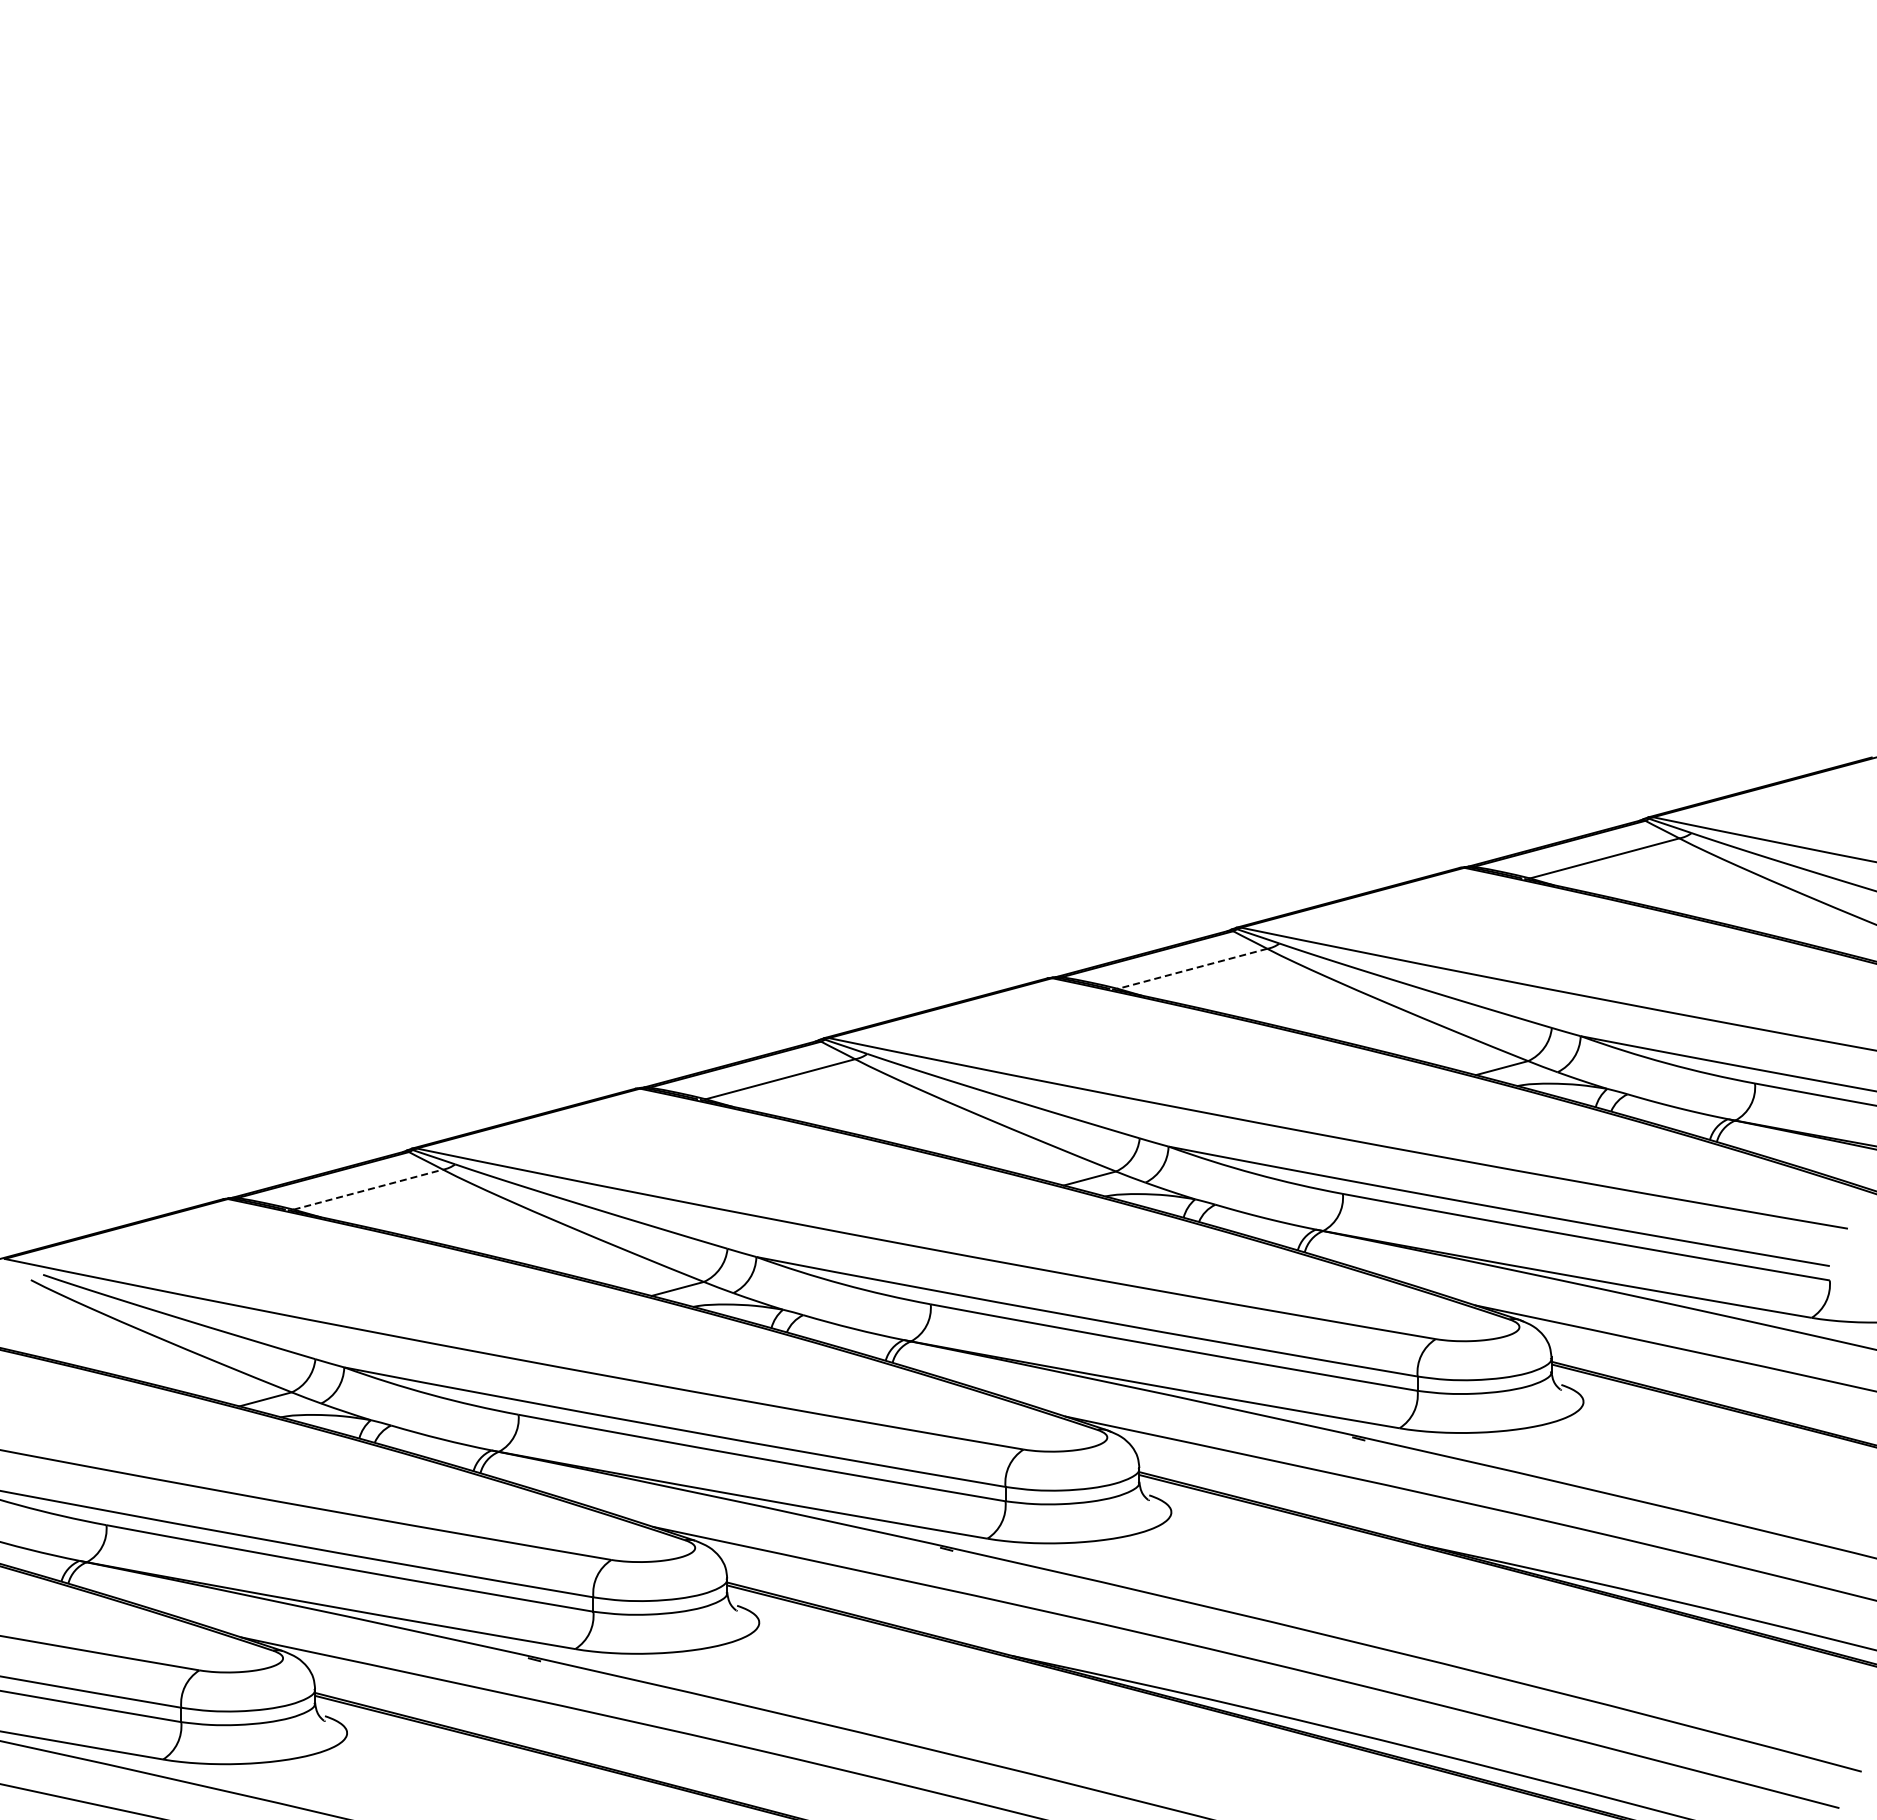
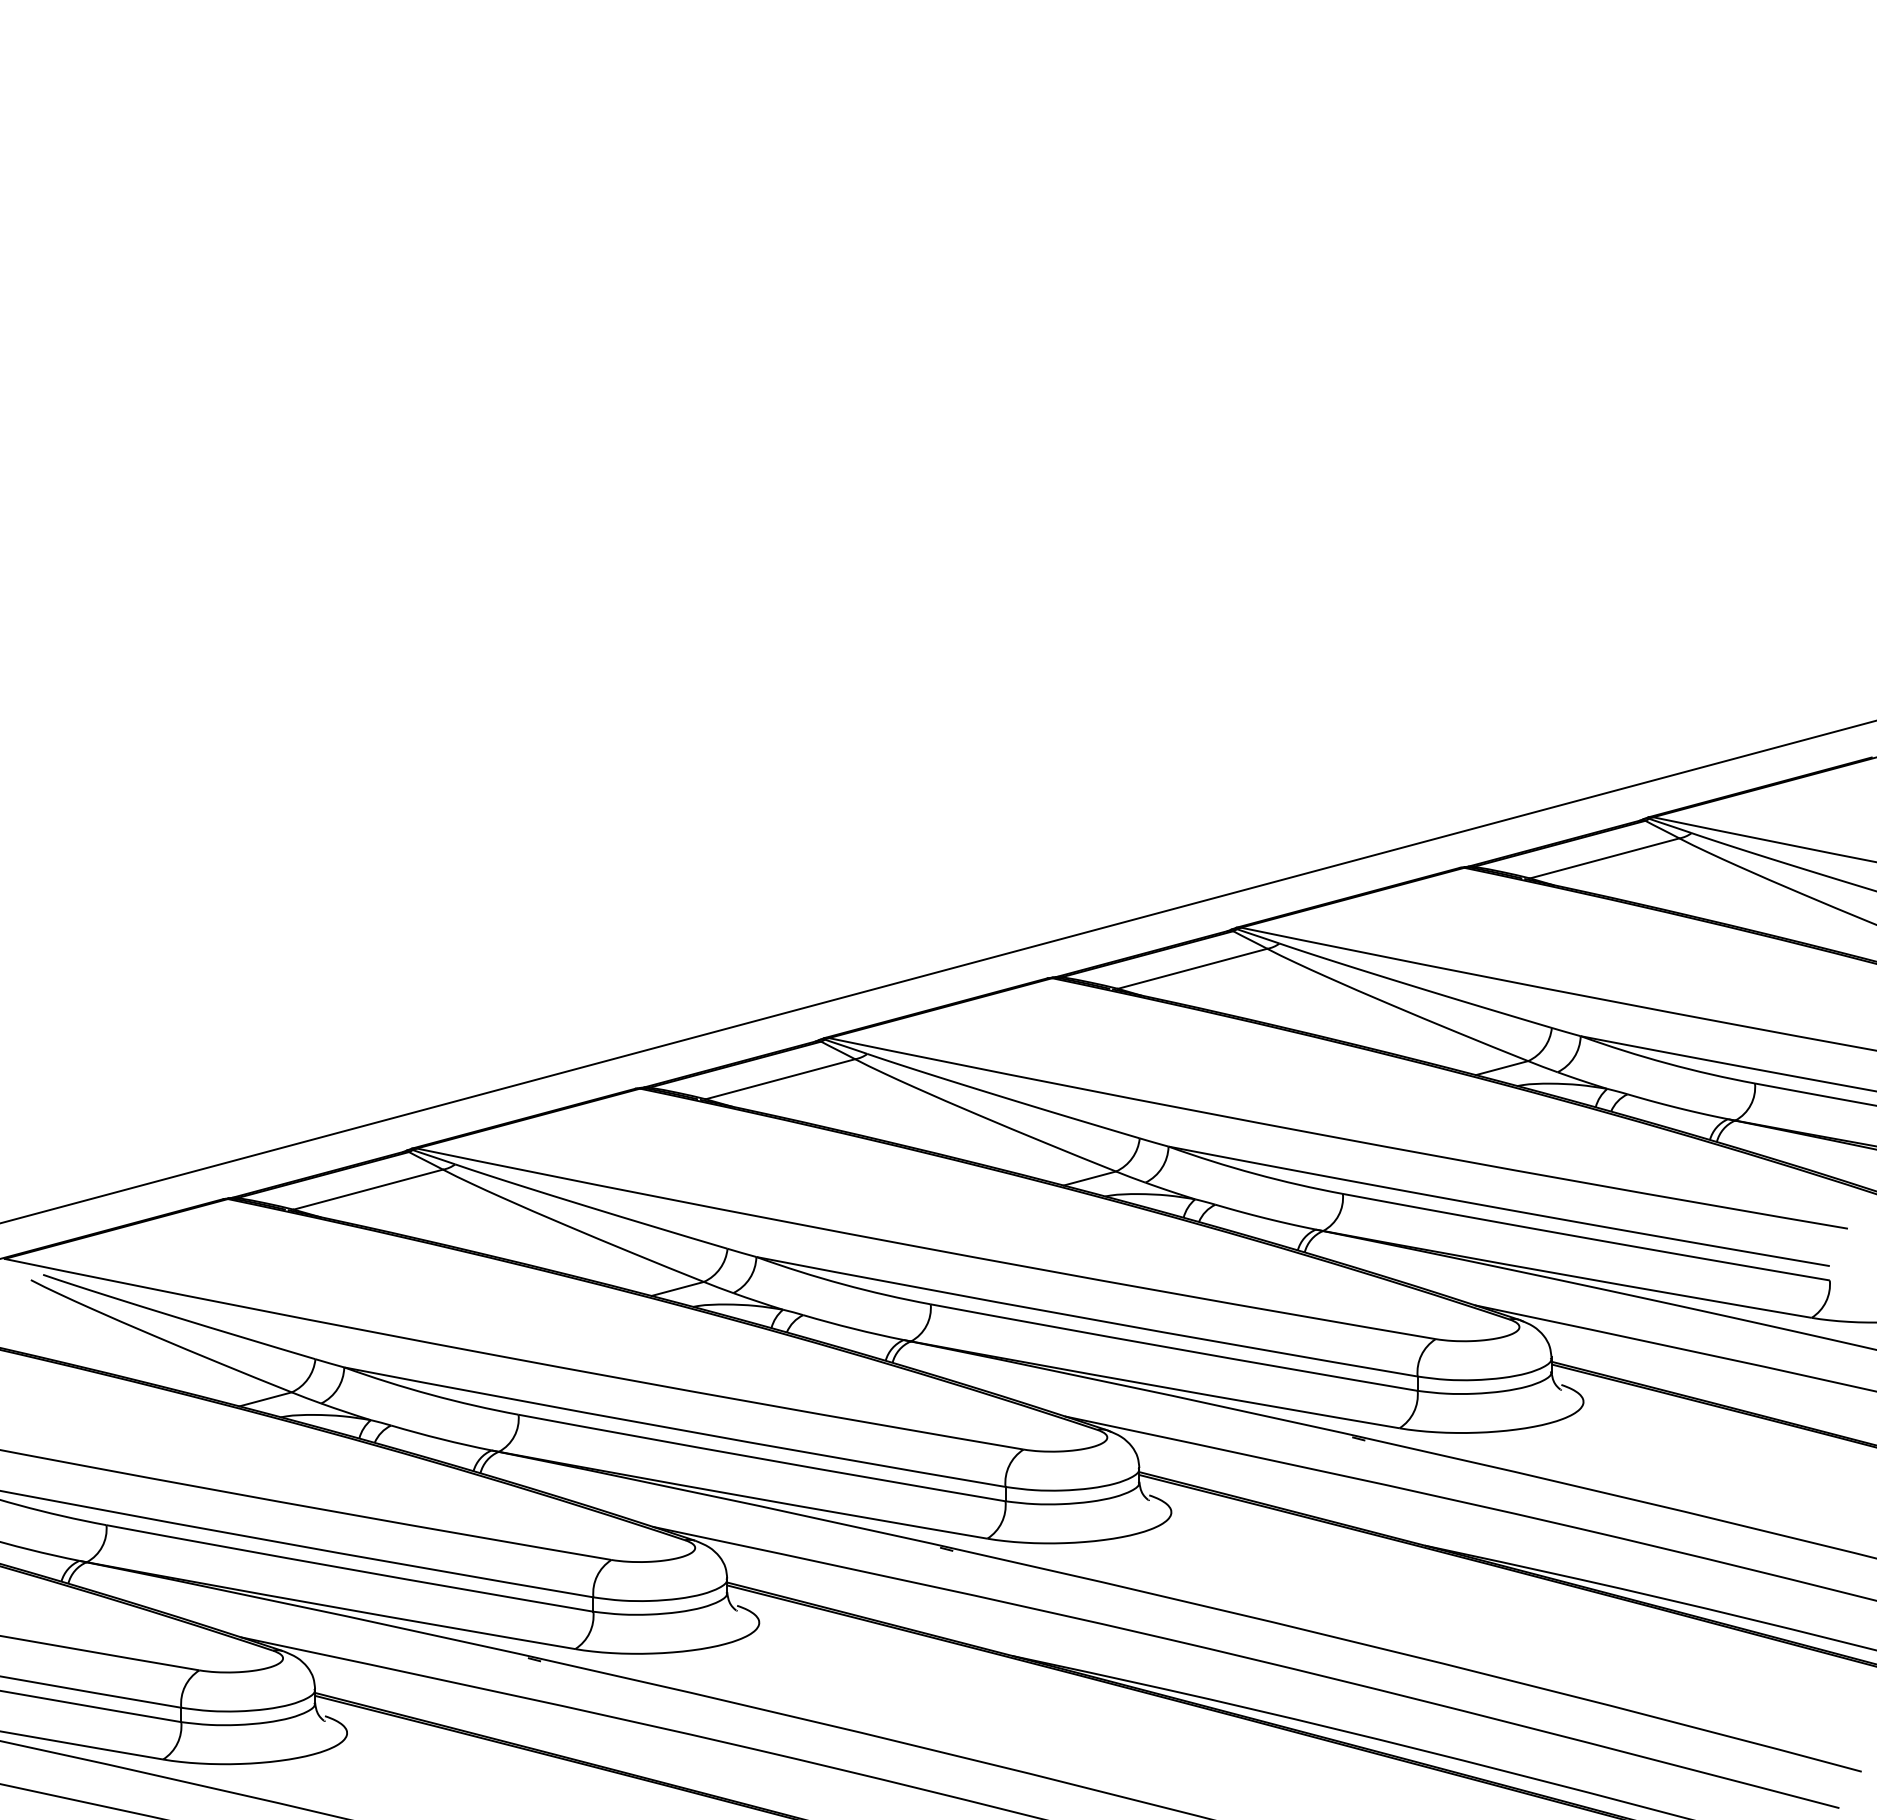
line at (1192, 968): dashed -> solid
line at (937, 971): none -> present
line at (368, 1189): dashed -> solid
